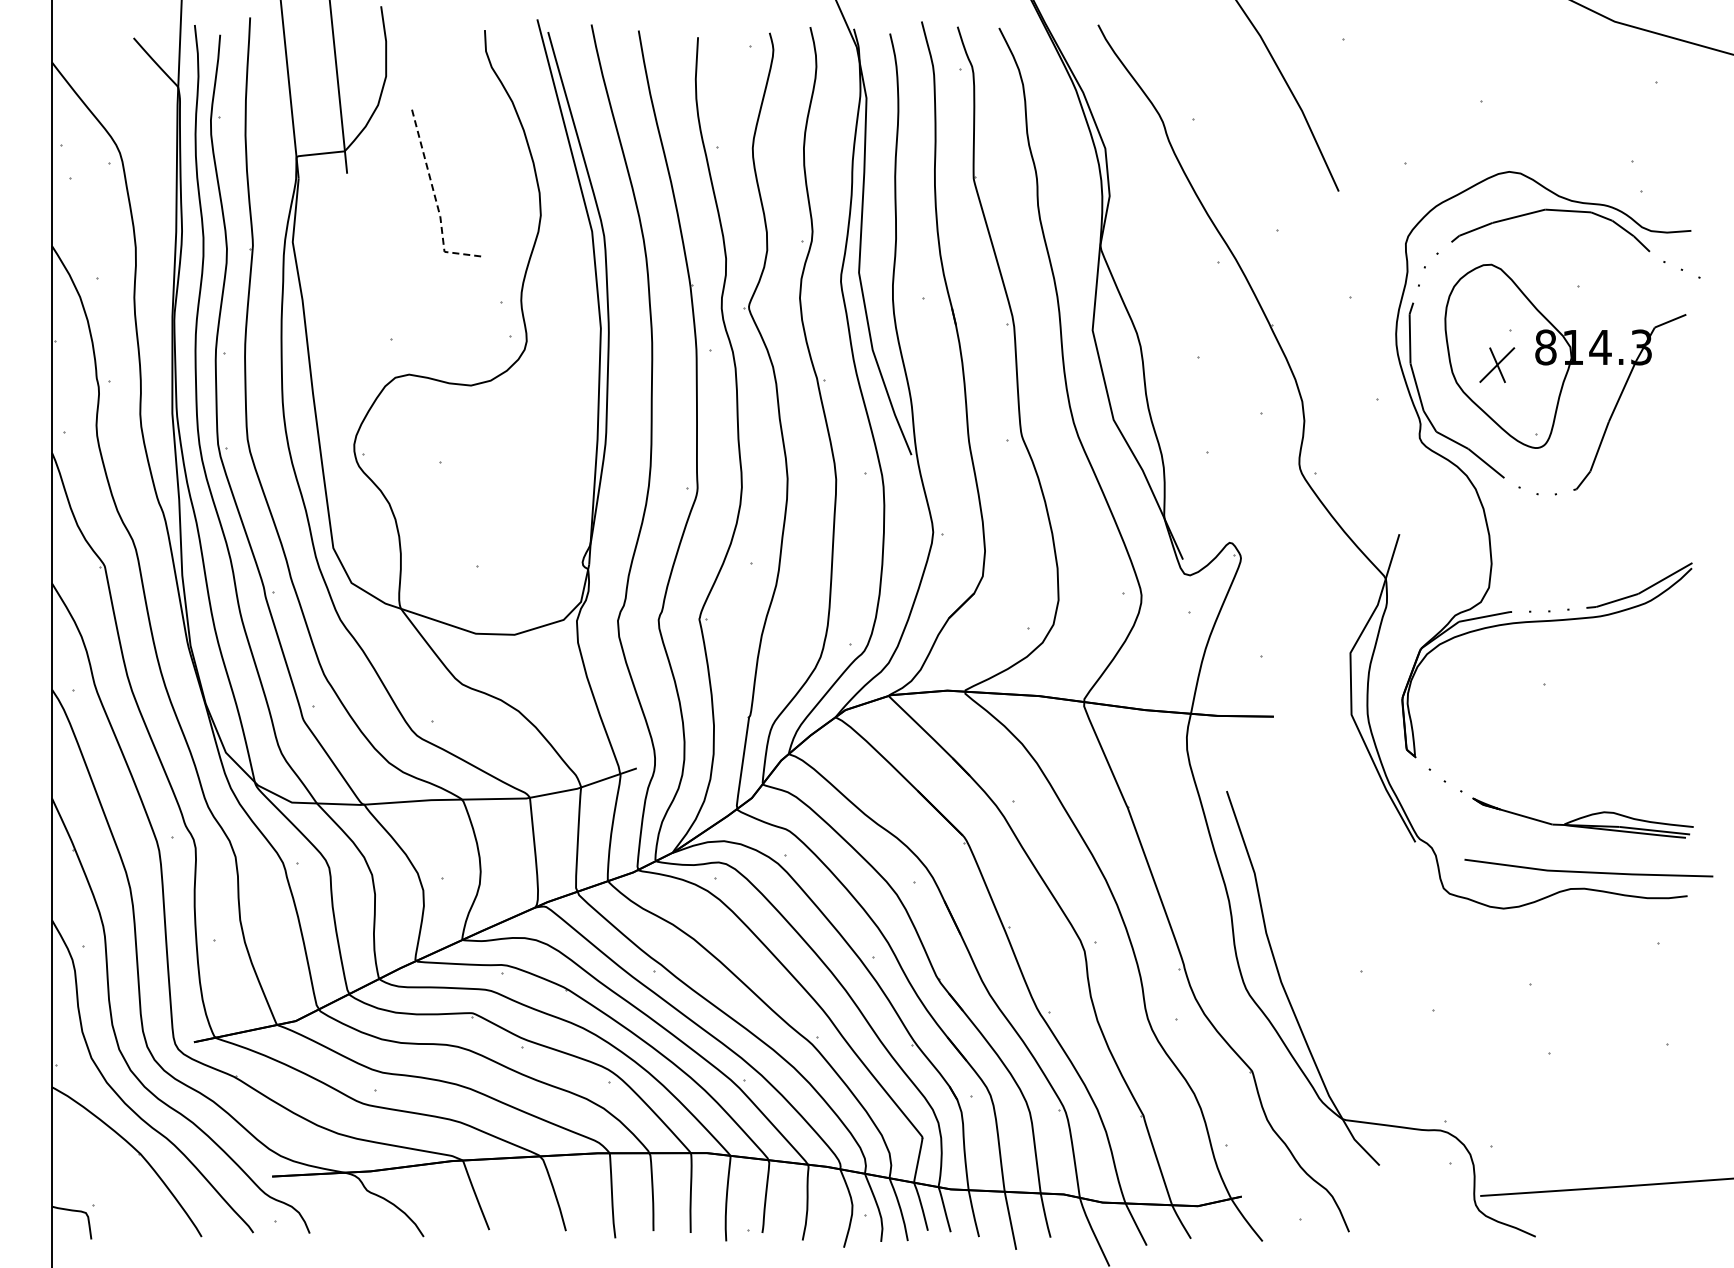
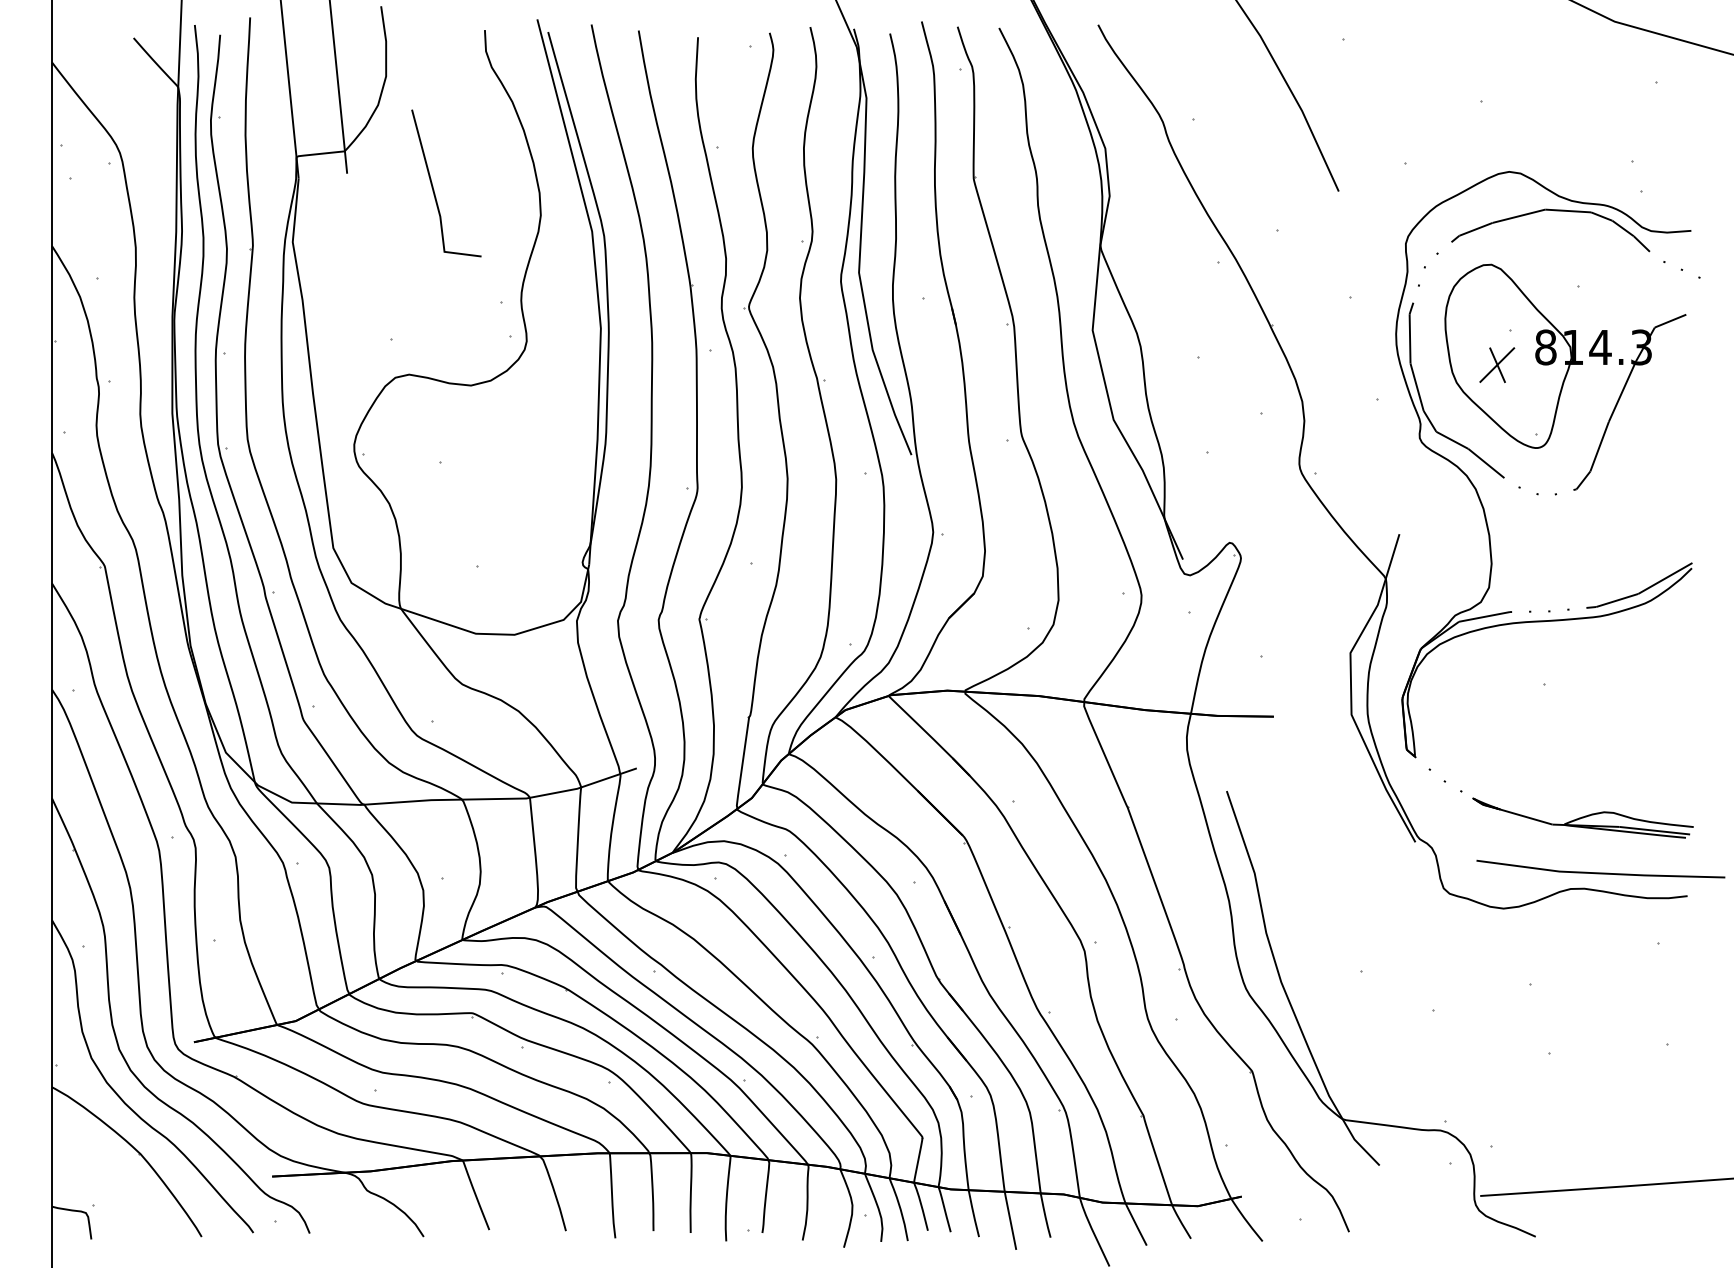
line at (436, 200): dashed -> solid
line at (1588, 871) position: (1588, 871) -> (1600, 872)
